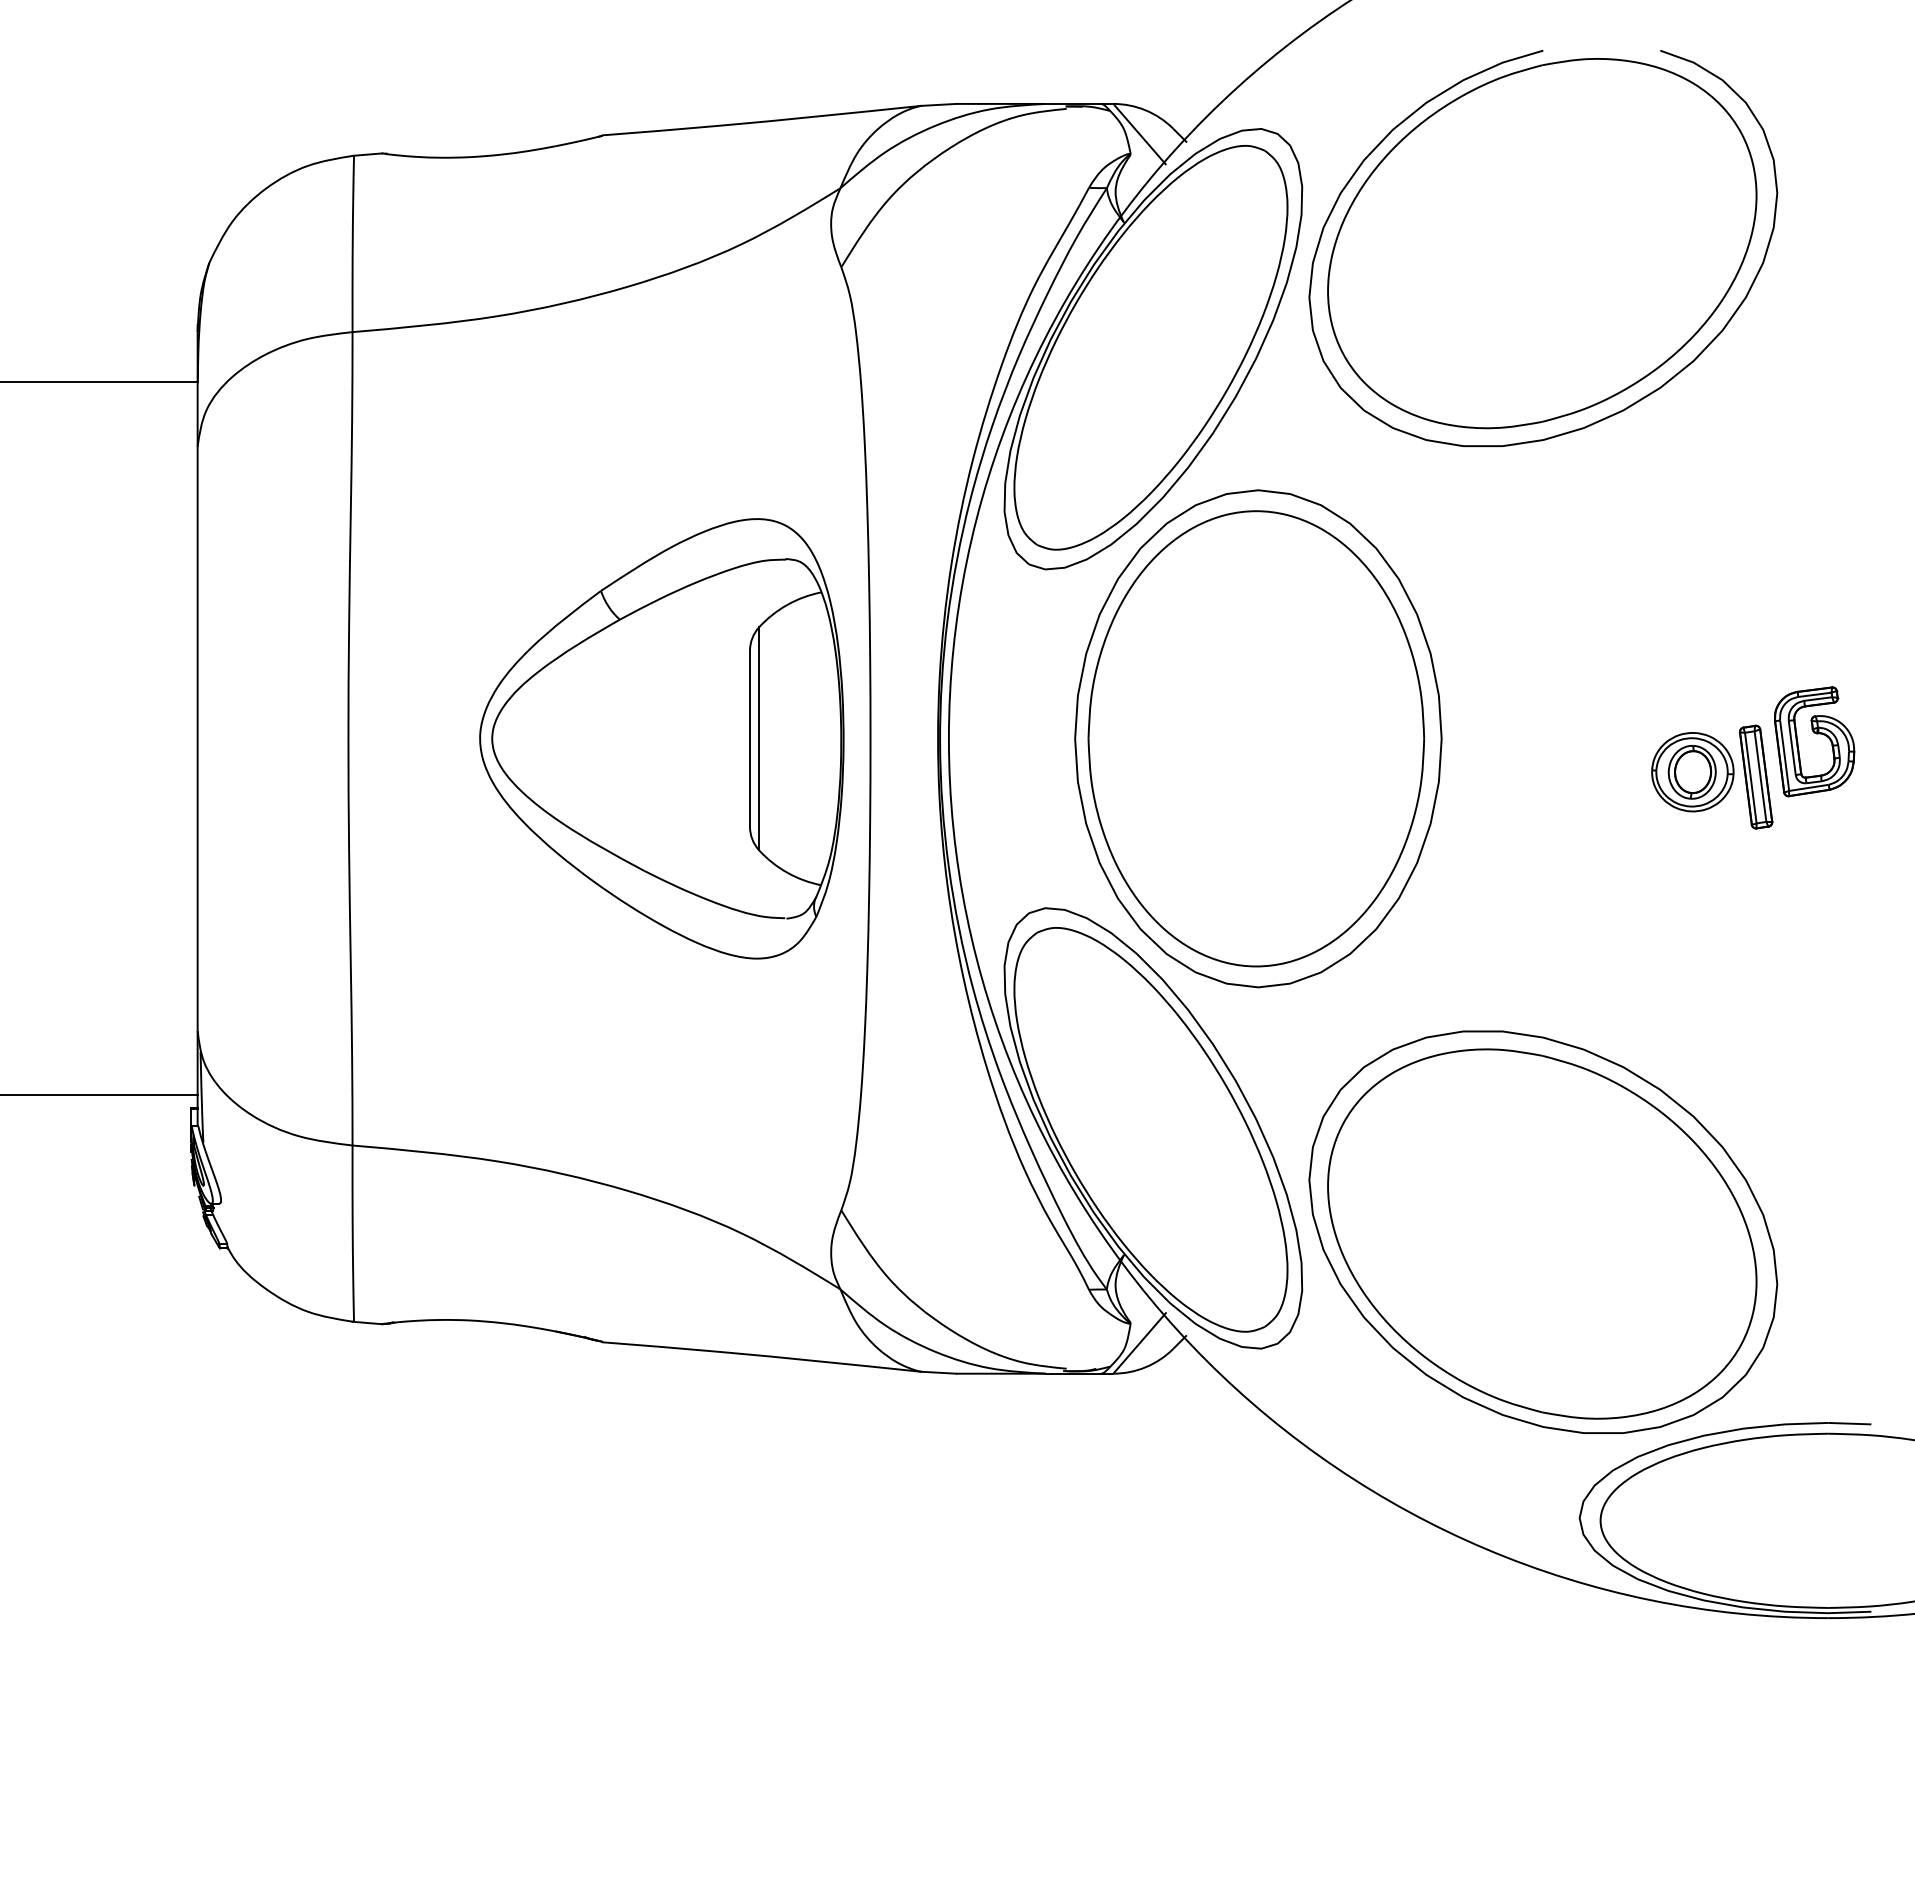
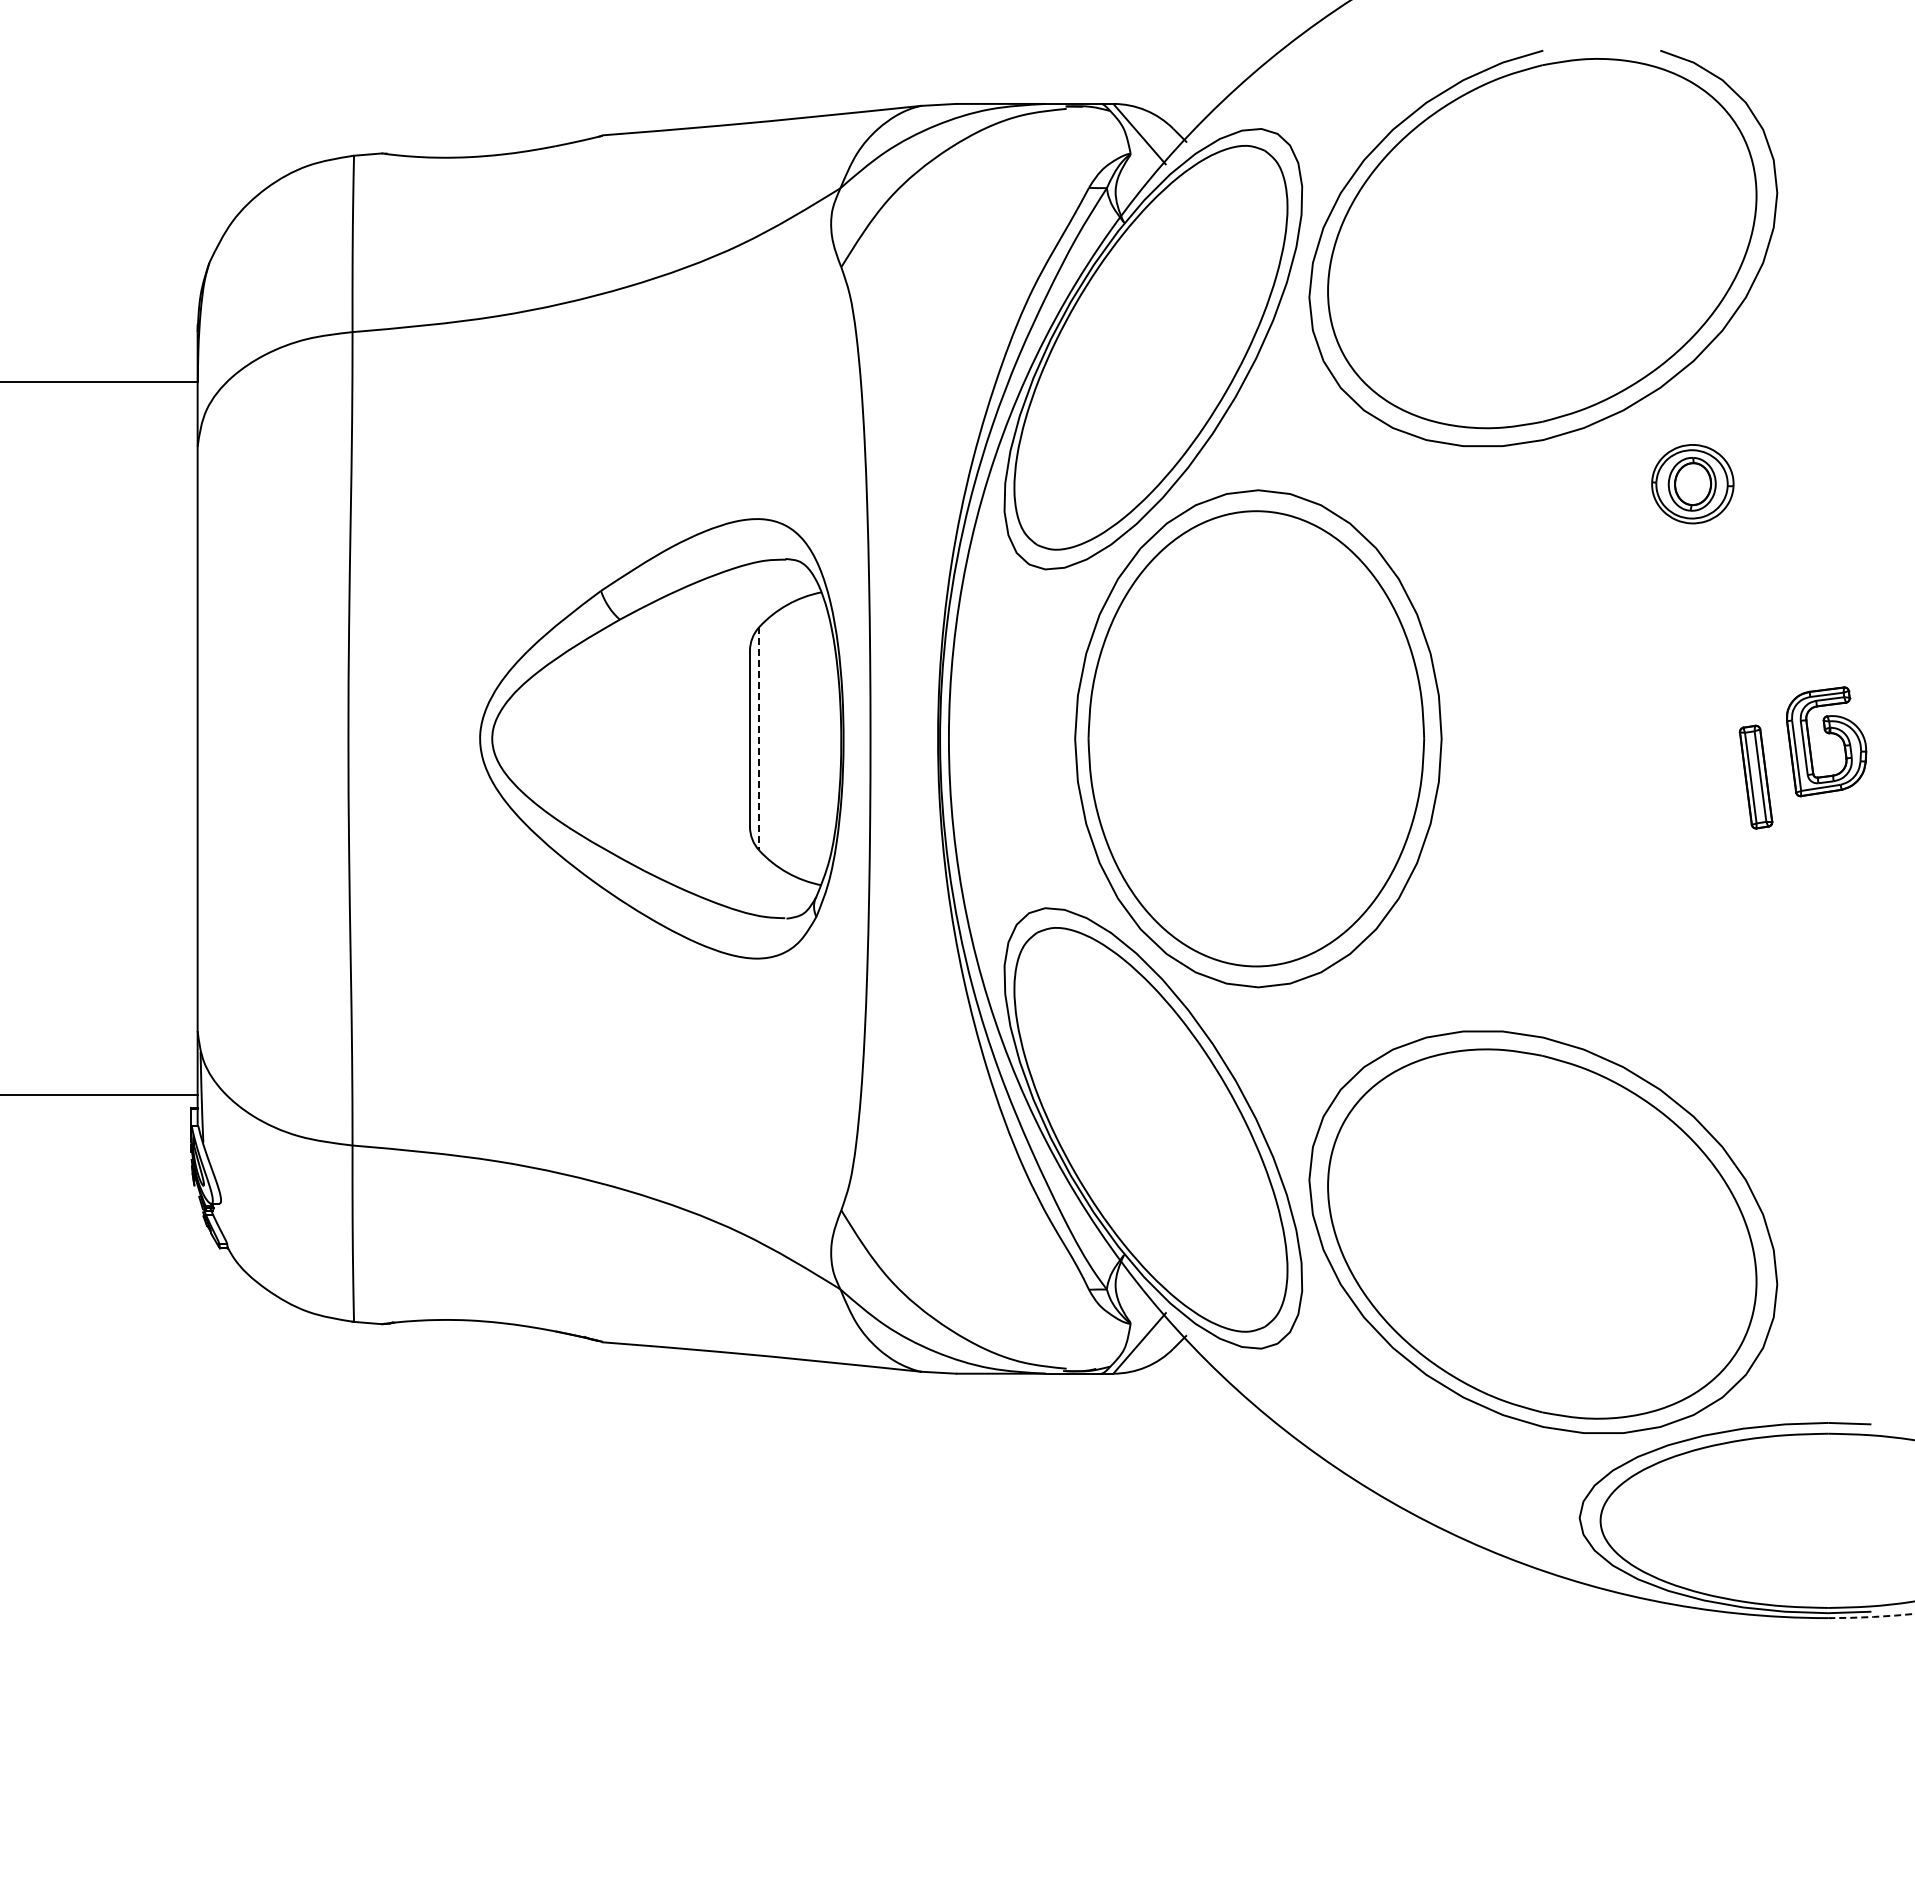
part at (1816, 734) position: (1816, 734) -> (1828, 734)
line at (759, 738): solid -> dashed
part at (1692, 772) position: (1692, 772) -> (1692, 484)
arc at (1872, 1617): solid -> dashed
